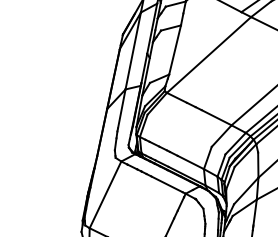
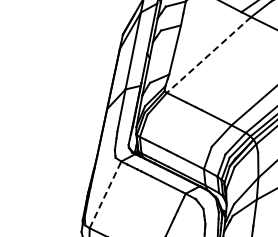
line at (209, 55): solid -> dashed
line at (105, 194): solid -> dashed
